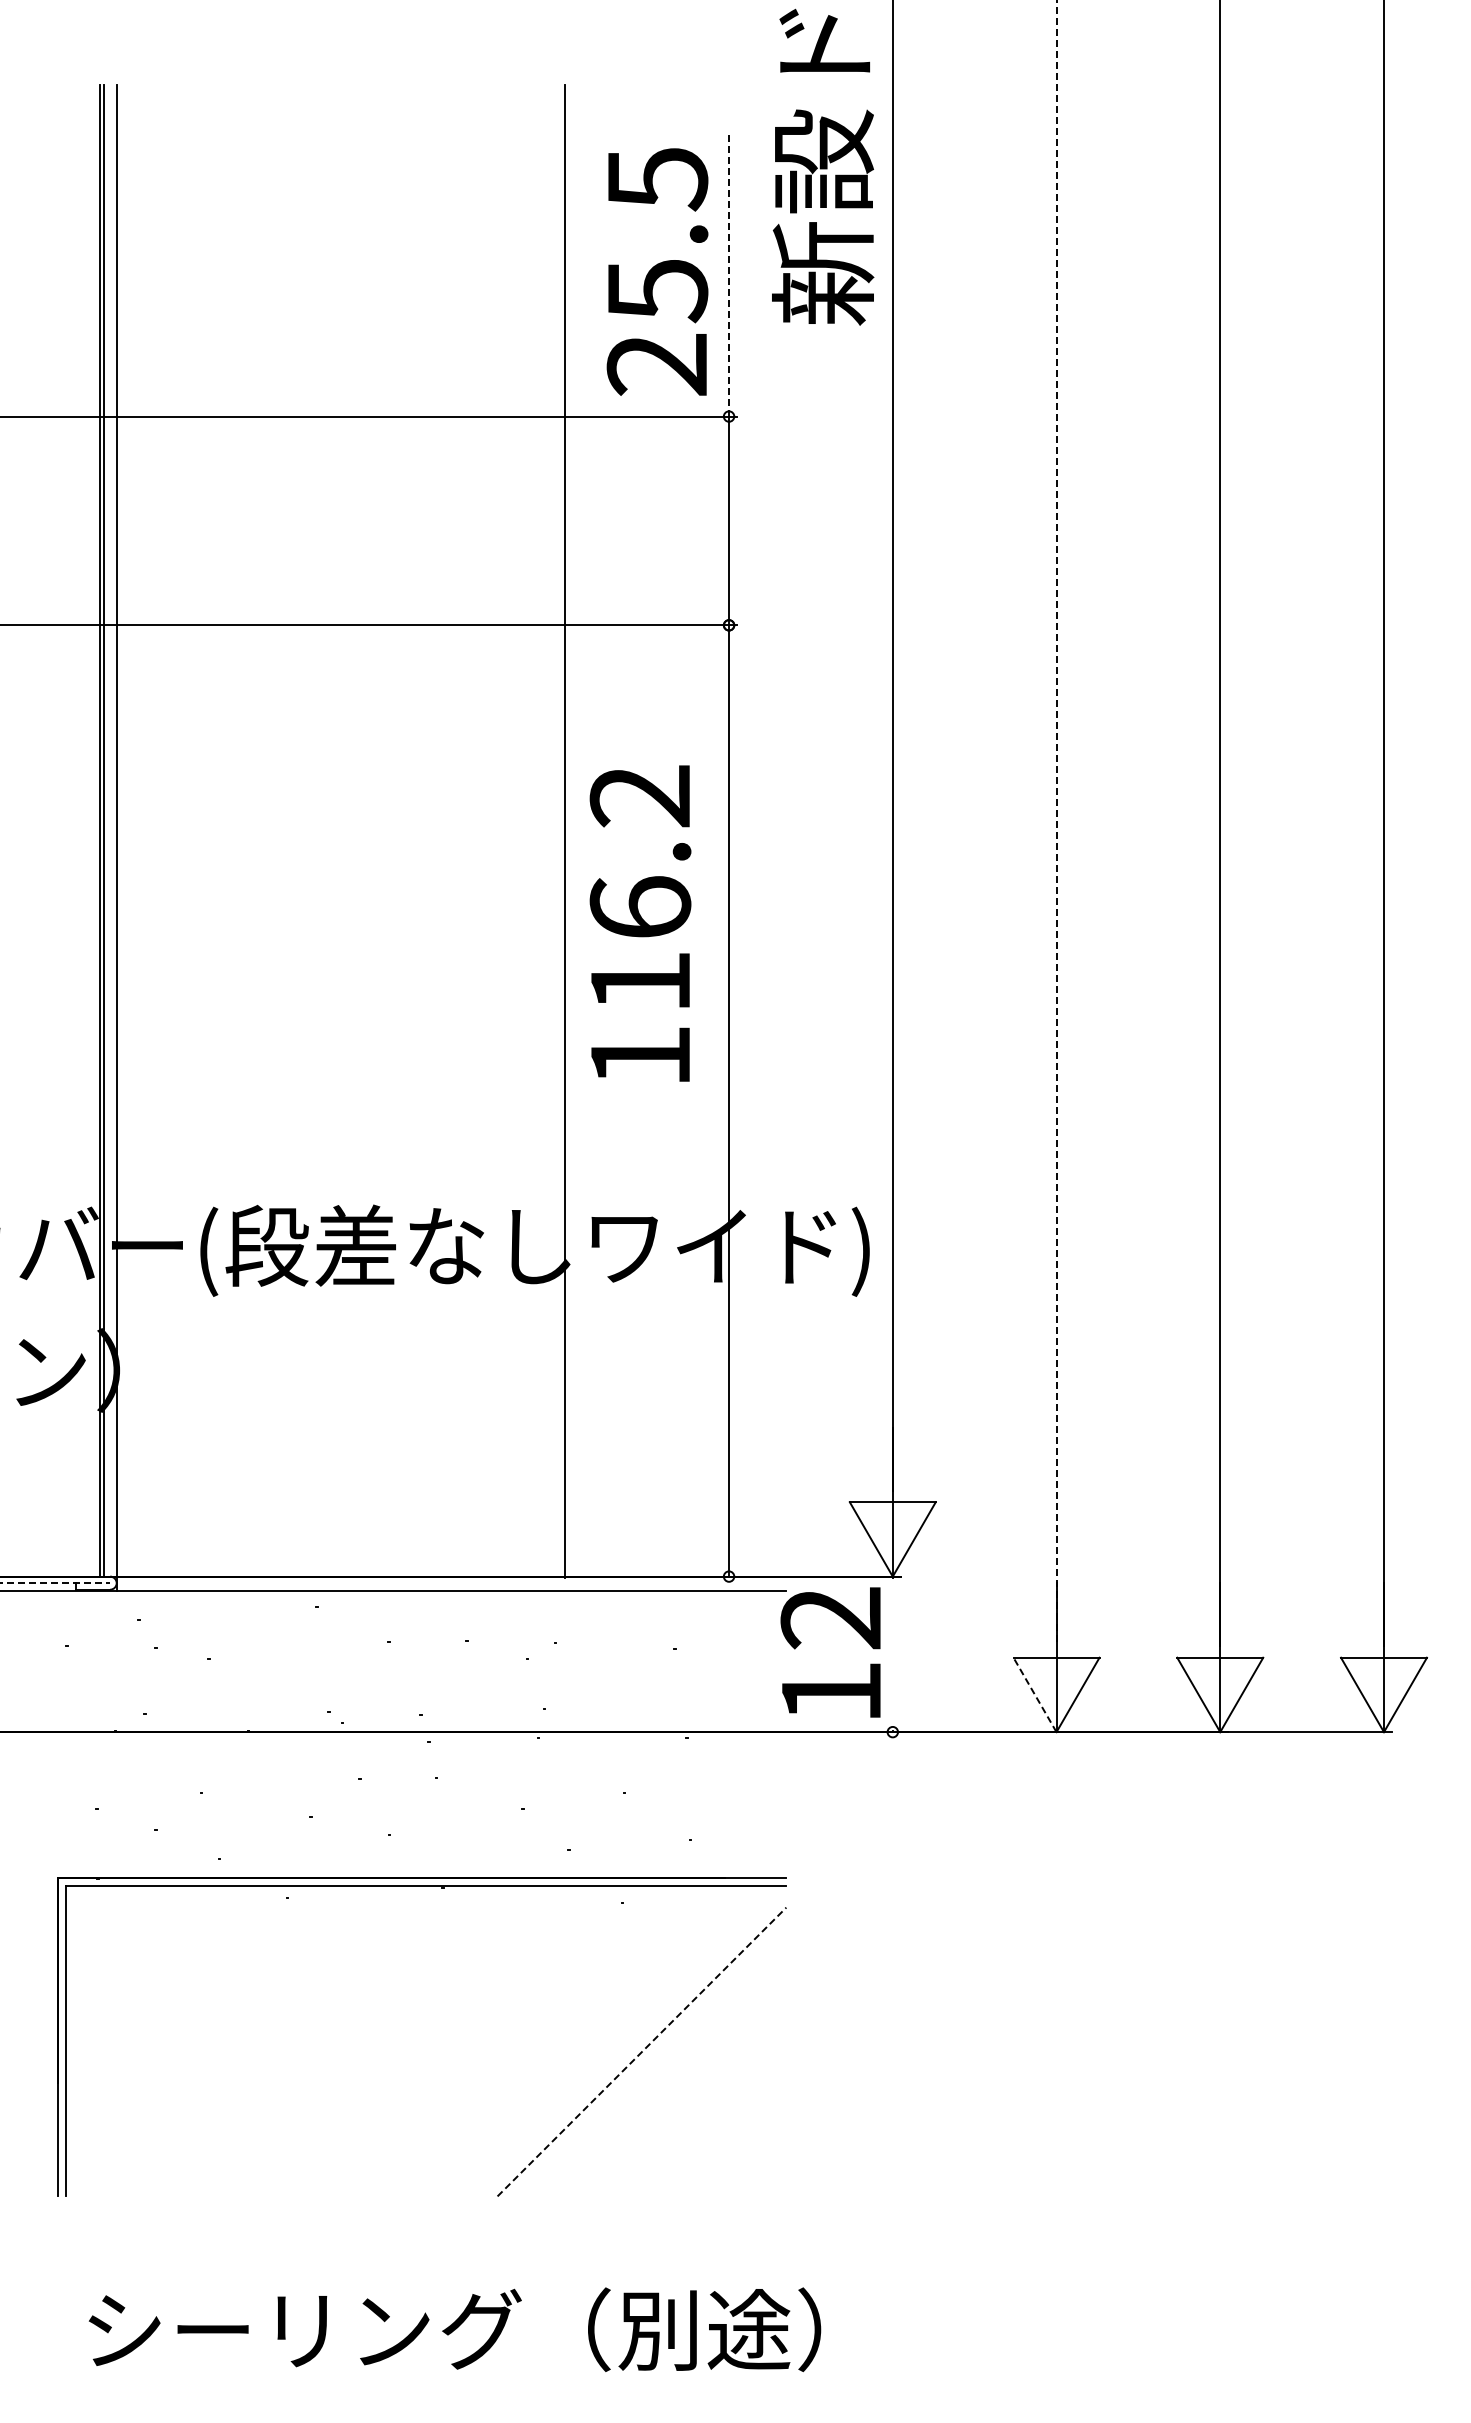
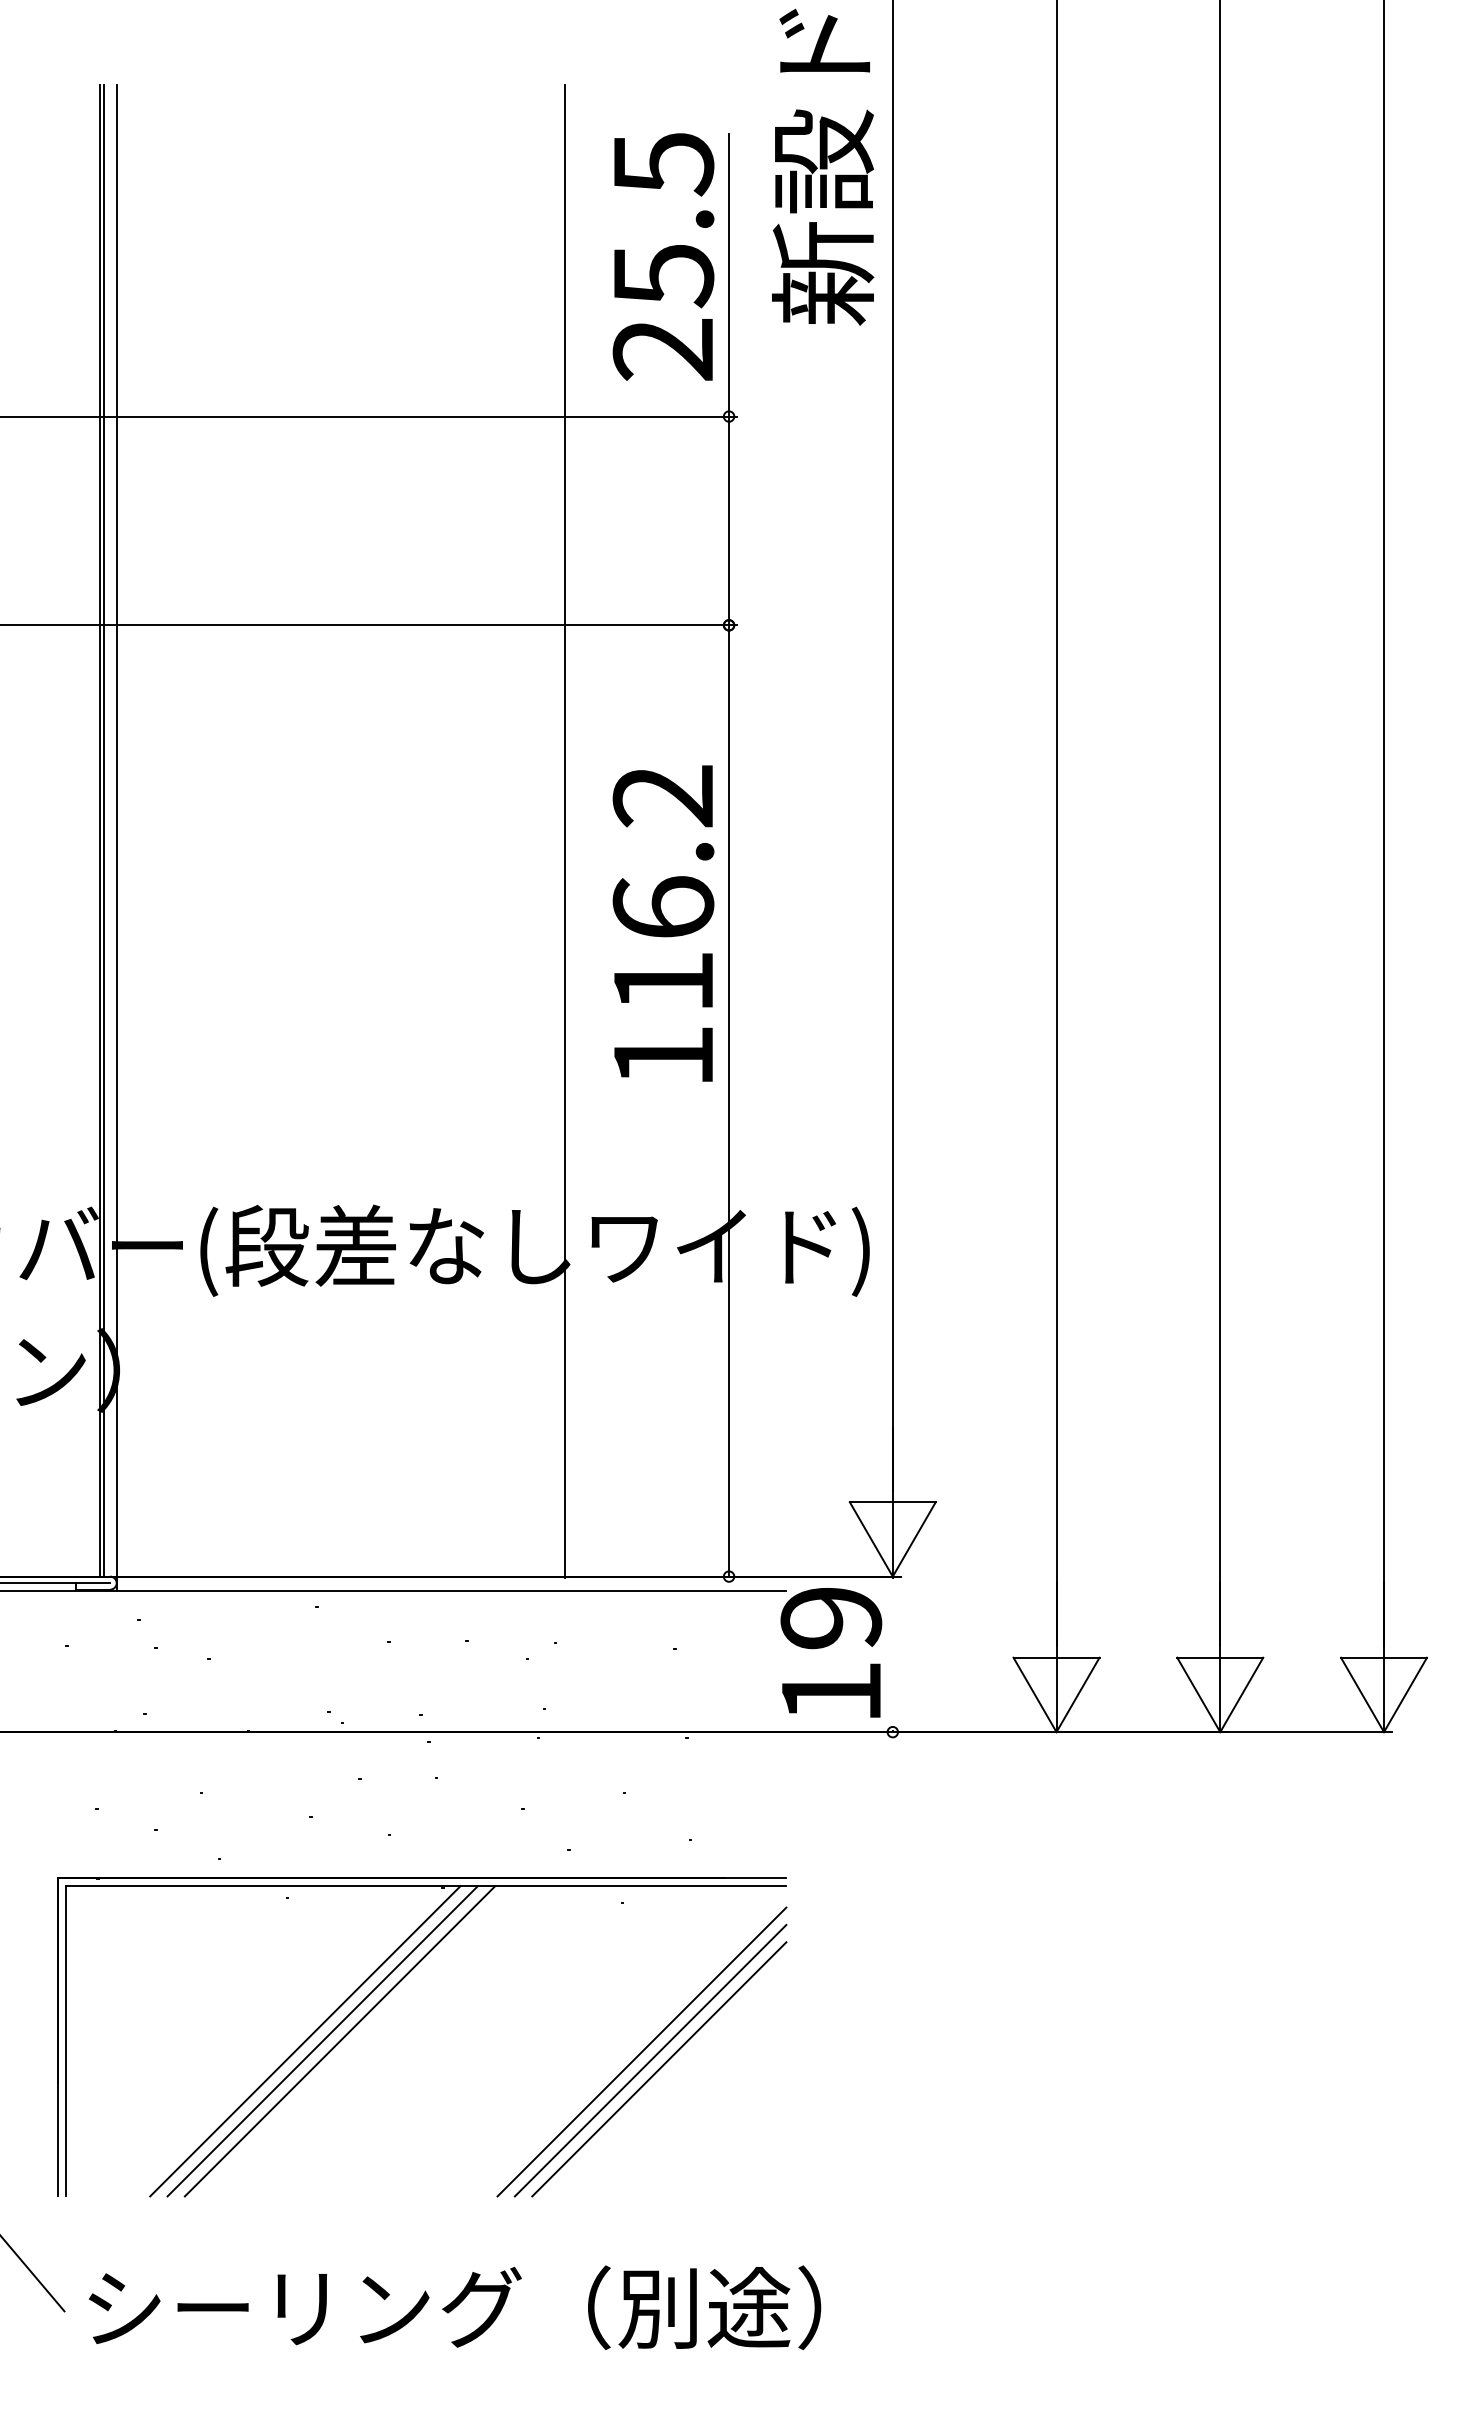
text at (657, 271) position: (657, 271) -> (663, 256)
line at (729, 274): dashed -> solid
line at (1056, 823): dashed -> solid
text at (640, 923) position: (640, 923) -> (663, 923)
line at (55, 1583): dashed -> solid
text at (831, 1618): 12 -> 19
line at (1035, 1694): dashed -> solid
line at (305, 2041): none -> present
line at (322, 2041): none -> present
line at (339, 2041): none -> present
line at (642, 2051): dashed -> solid
line at (650, 2060): none -> present
line at (659, 2069): none -> present
line at (33, 2274): none -> present
text at (454, 2329) position: (454, 2329) -> (454, 2307)
